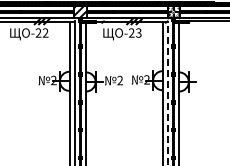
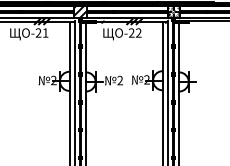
text at (45, 32): -22 -> -21
text at (138, 33): -23 -> -22
line at (167, 92): dashed -> solid
